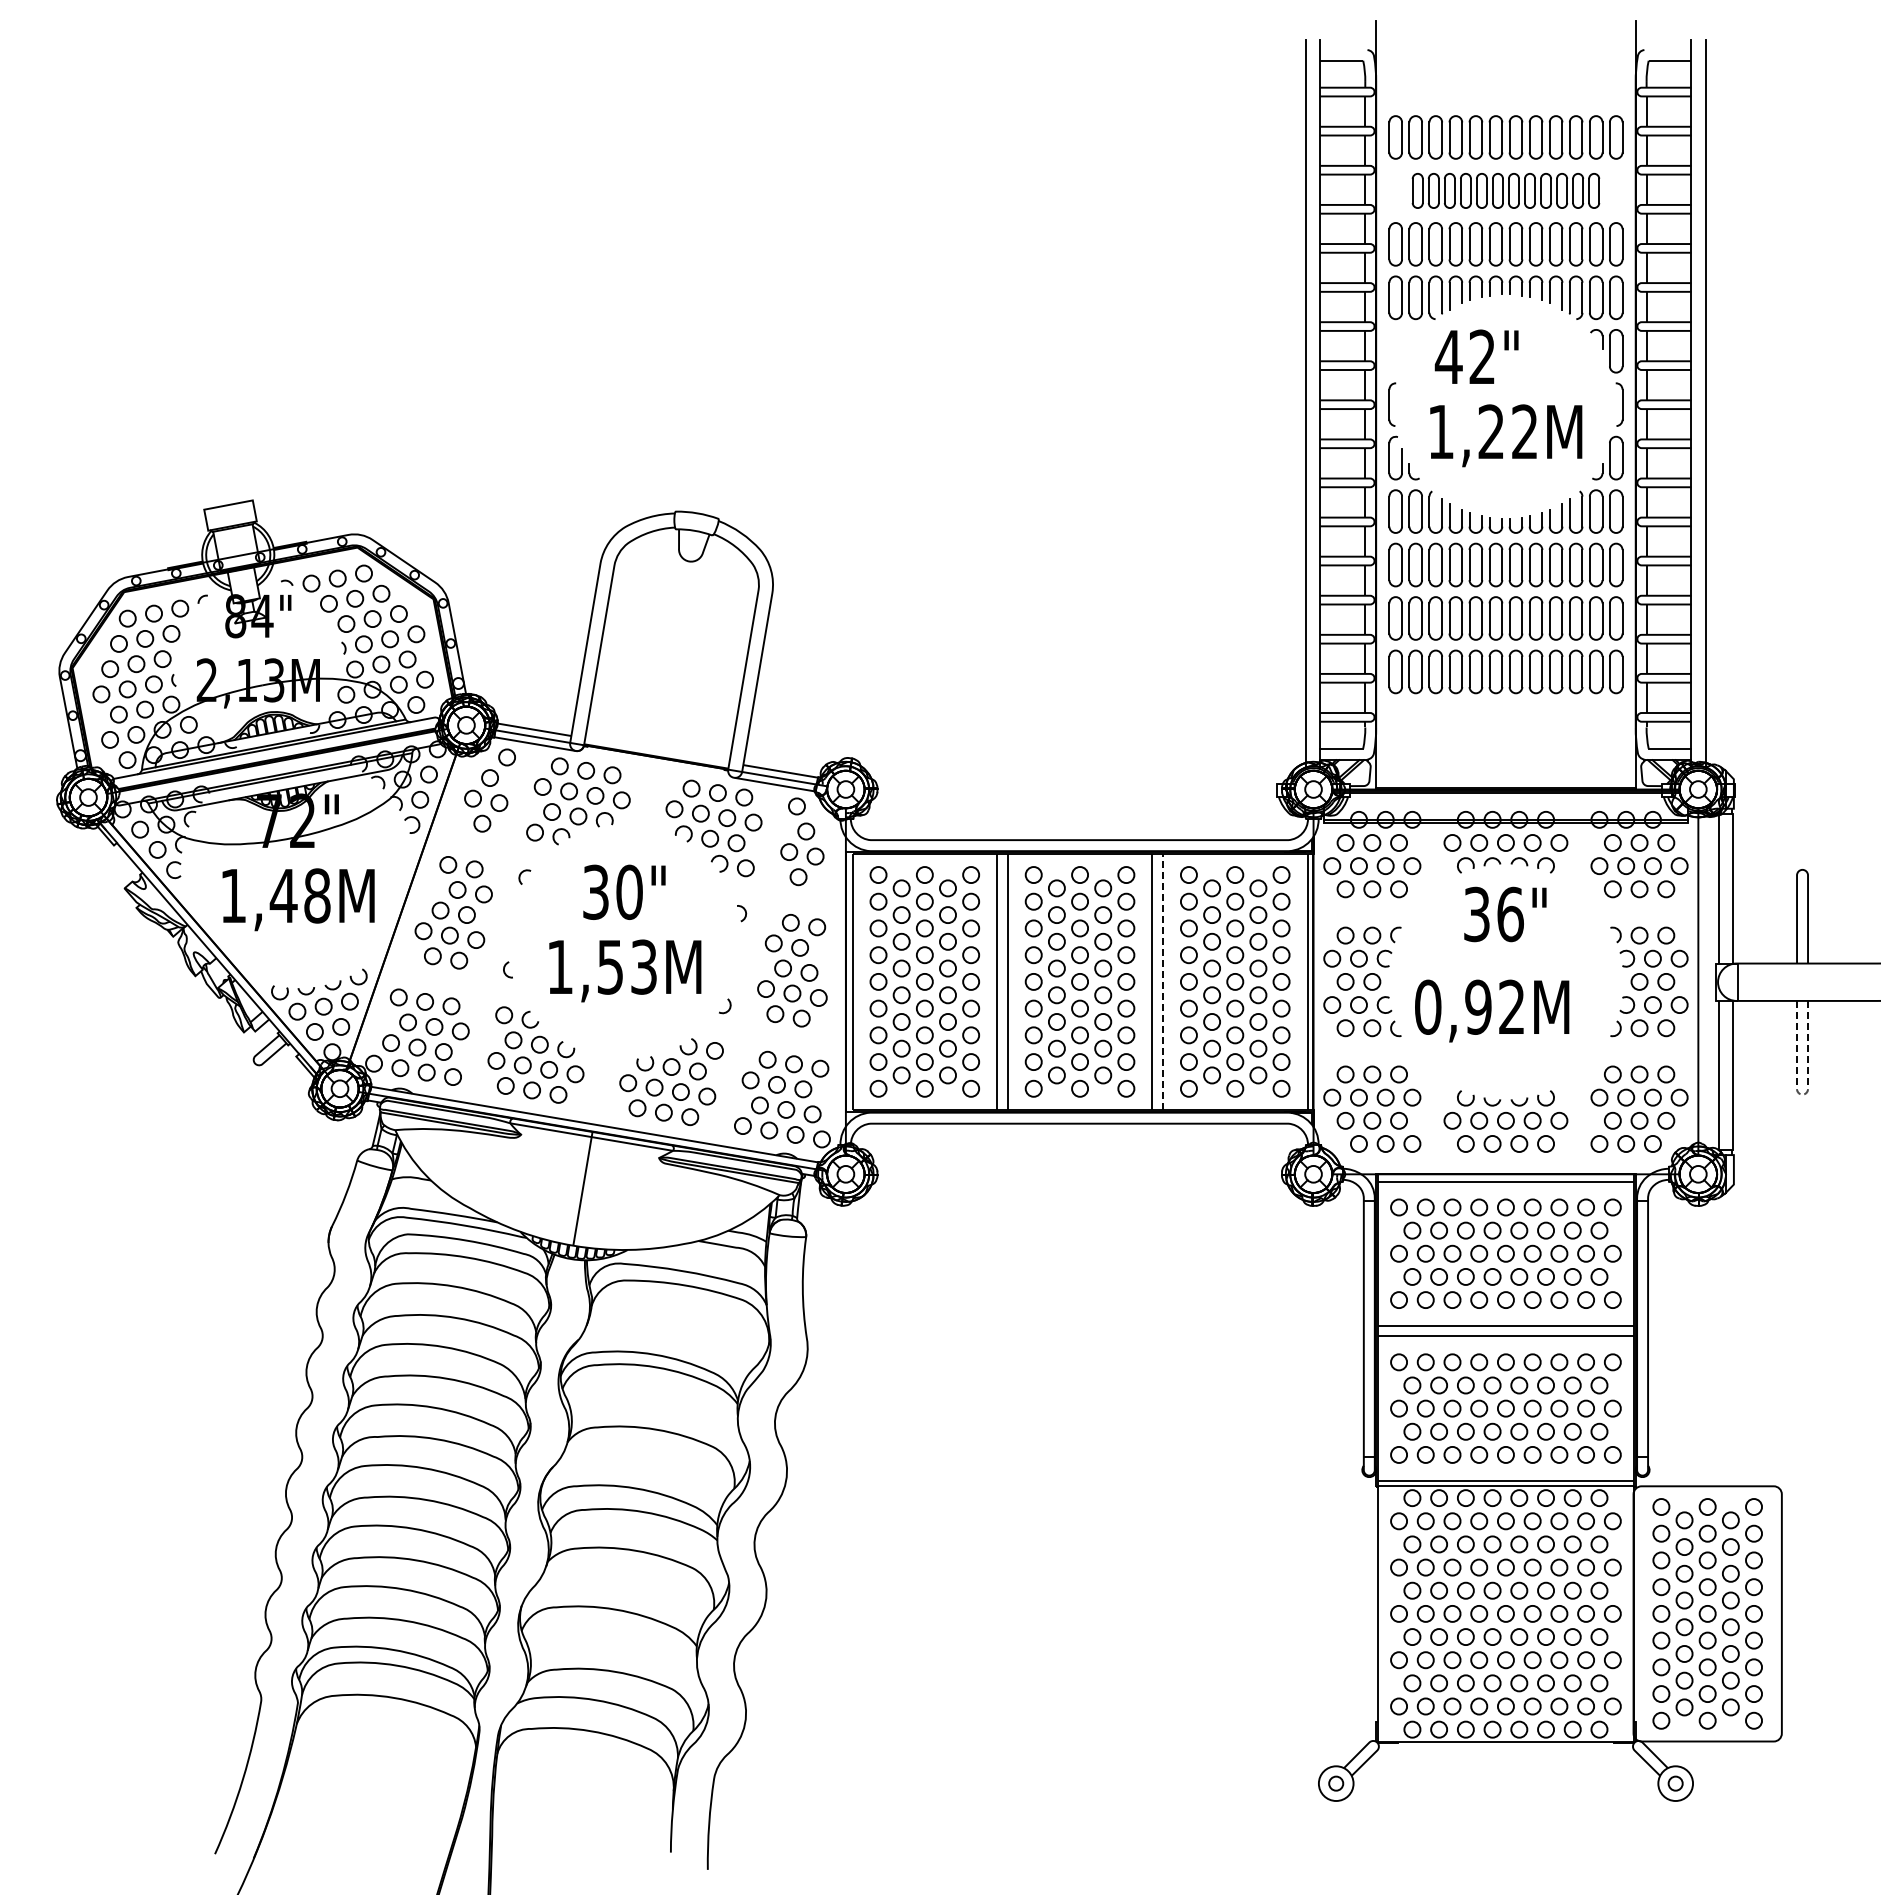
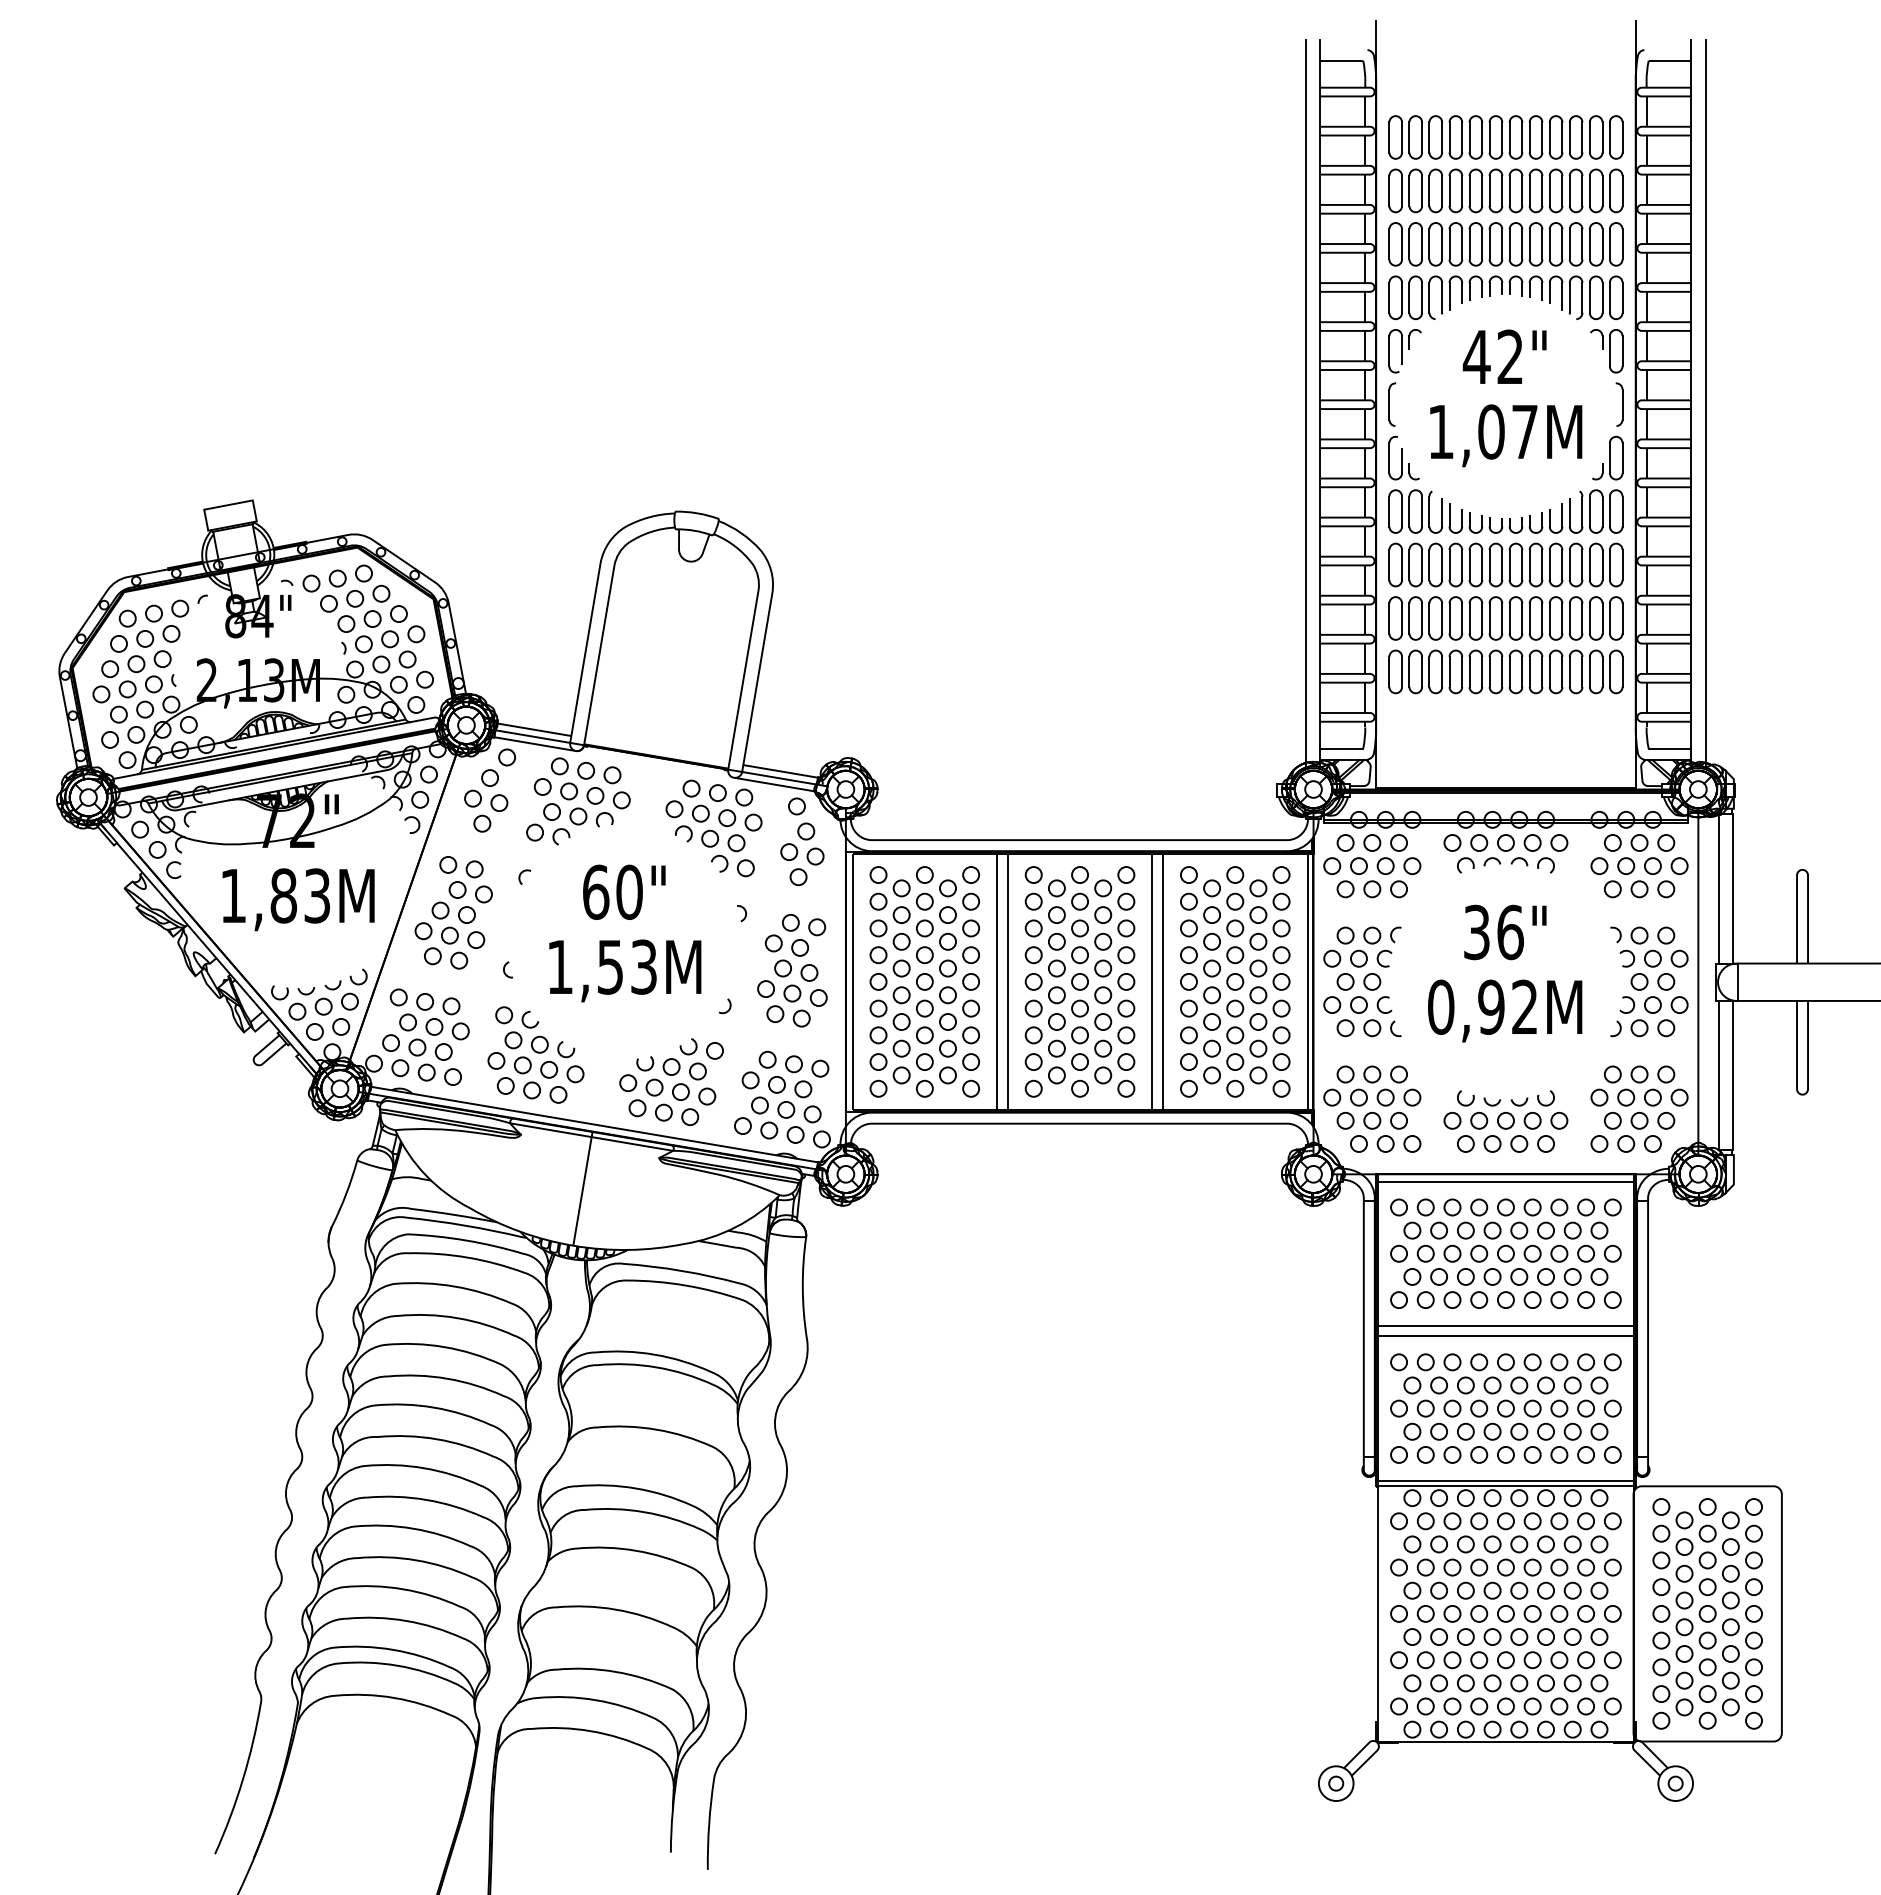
part at (1505, 190) size: 190x36 px -> 236x46 px
part at (1404, 351): none -> present
text at (1476, 356) position: (1476, 356) -> (1504, 356)
text at (1507, 431): 1,22M -> 1,07M
text at (596, 891): 30" -> 60"
text at (299, 895): 1,48M -> 1,83M
text at (1505, 914) position: (1505, 914) -> (1505, 932)
line at (1163, 981): dashed -> solid
text at (1492, 1010) position: (1492, 1010) -> (1505, 1010)
line at (1802, 1094): dashed -> solid
